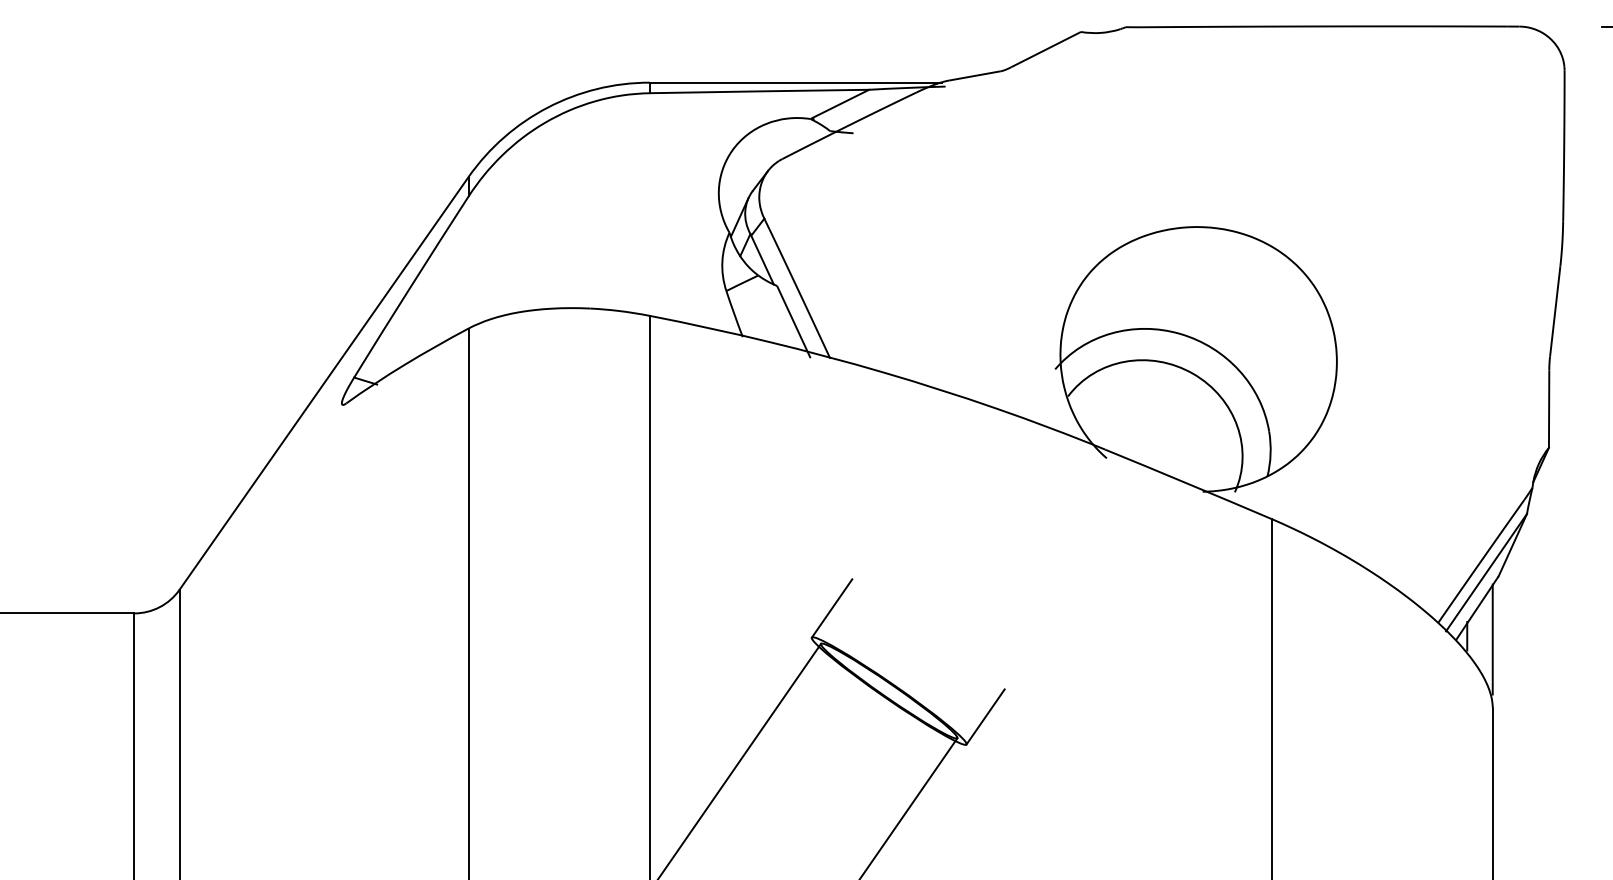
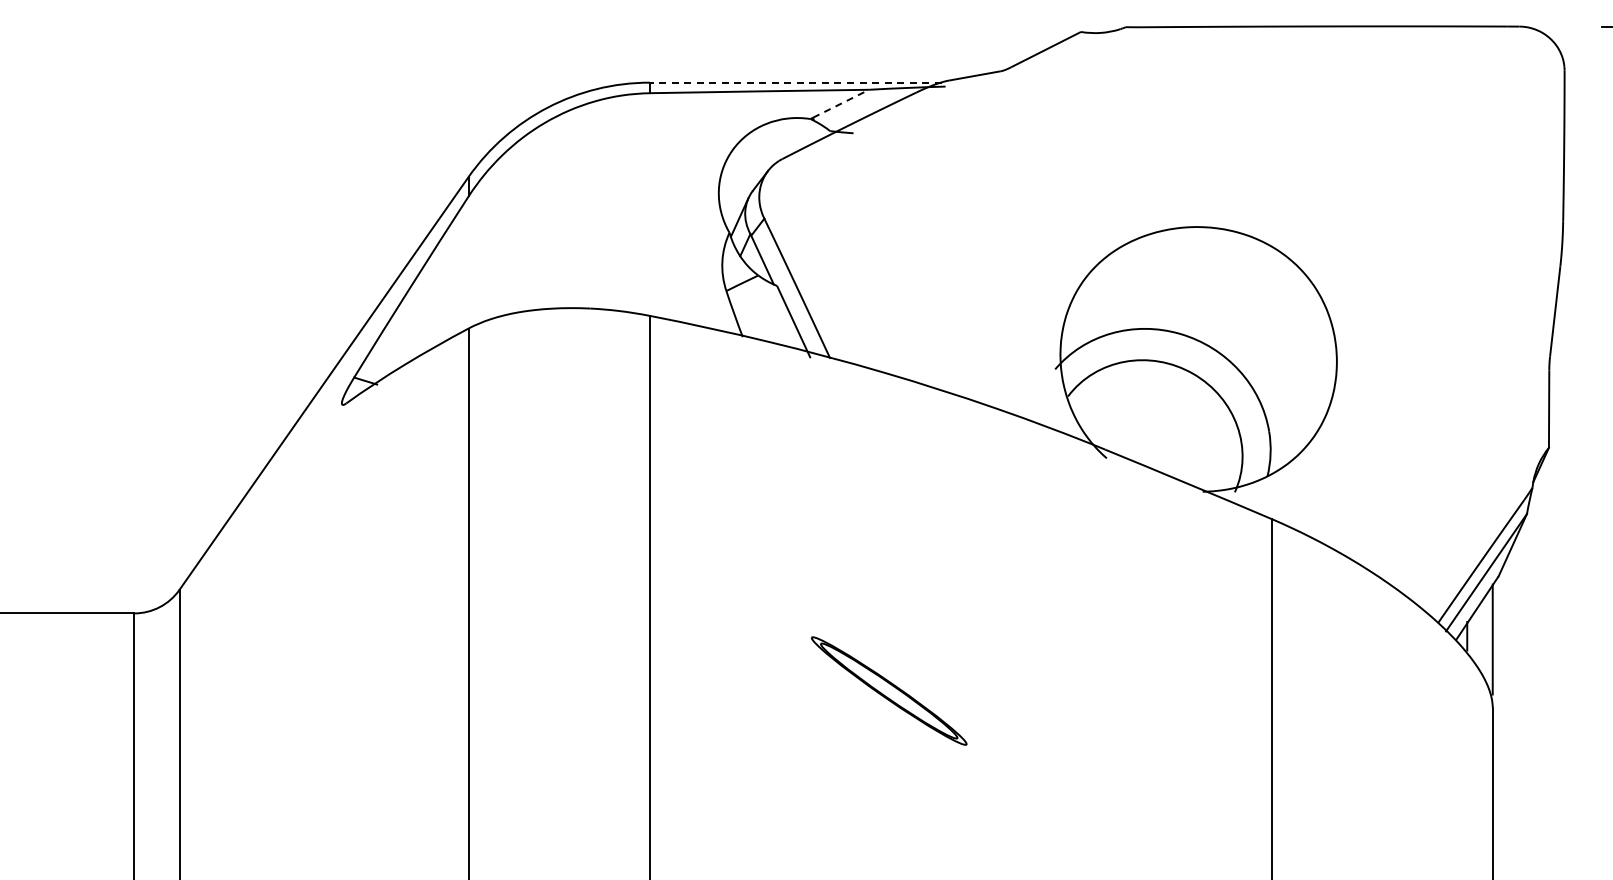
line at (795, 82): solid -> dashed
line at (841, 103): solid -> dashed
line at (831, 608): present -> none
line at (985, 716): present -> none
line at (740, 759): present -> none
line at (909, 807): present -> none
